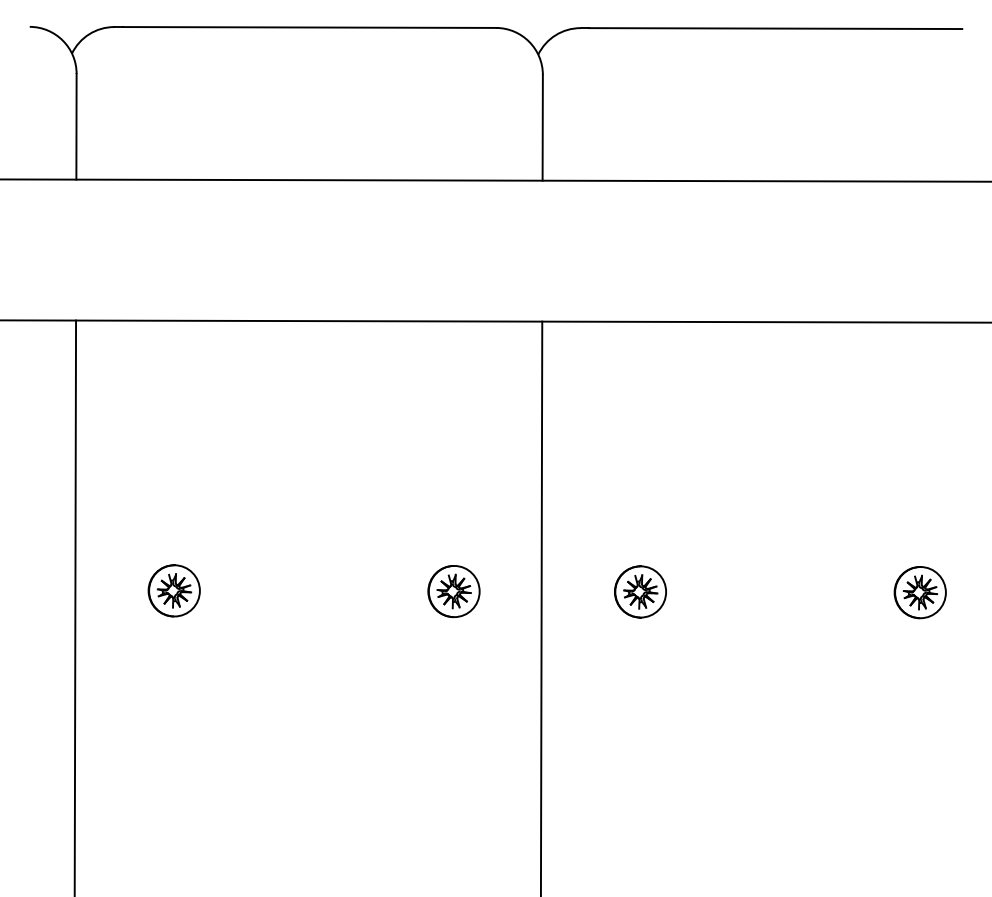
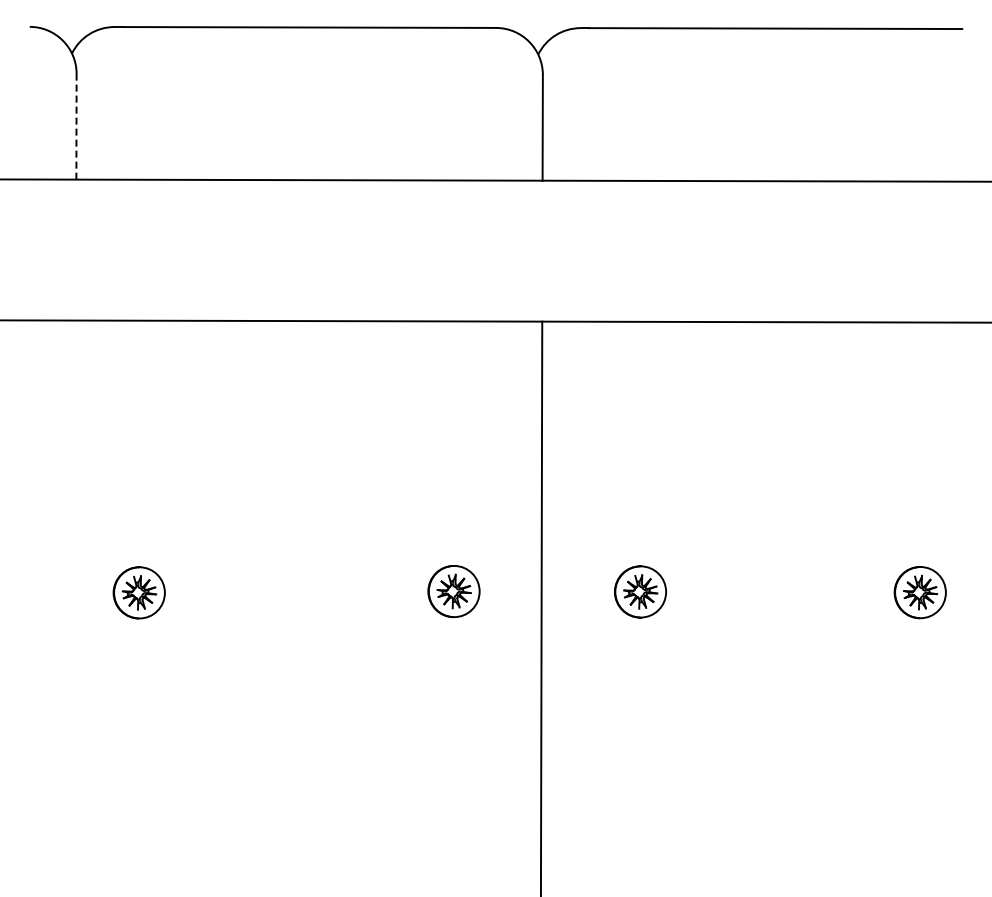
line at (76, 126): solid -> dashed
part at (173, 590) position: (173, 590) -> (138, 592)
line at (75, 606): present -> none
